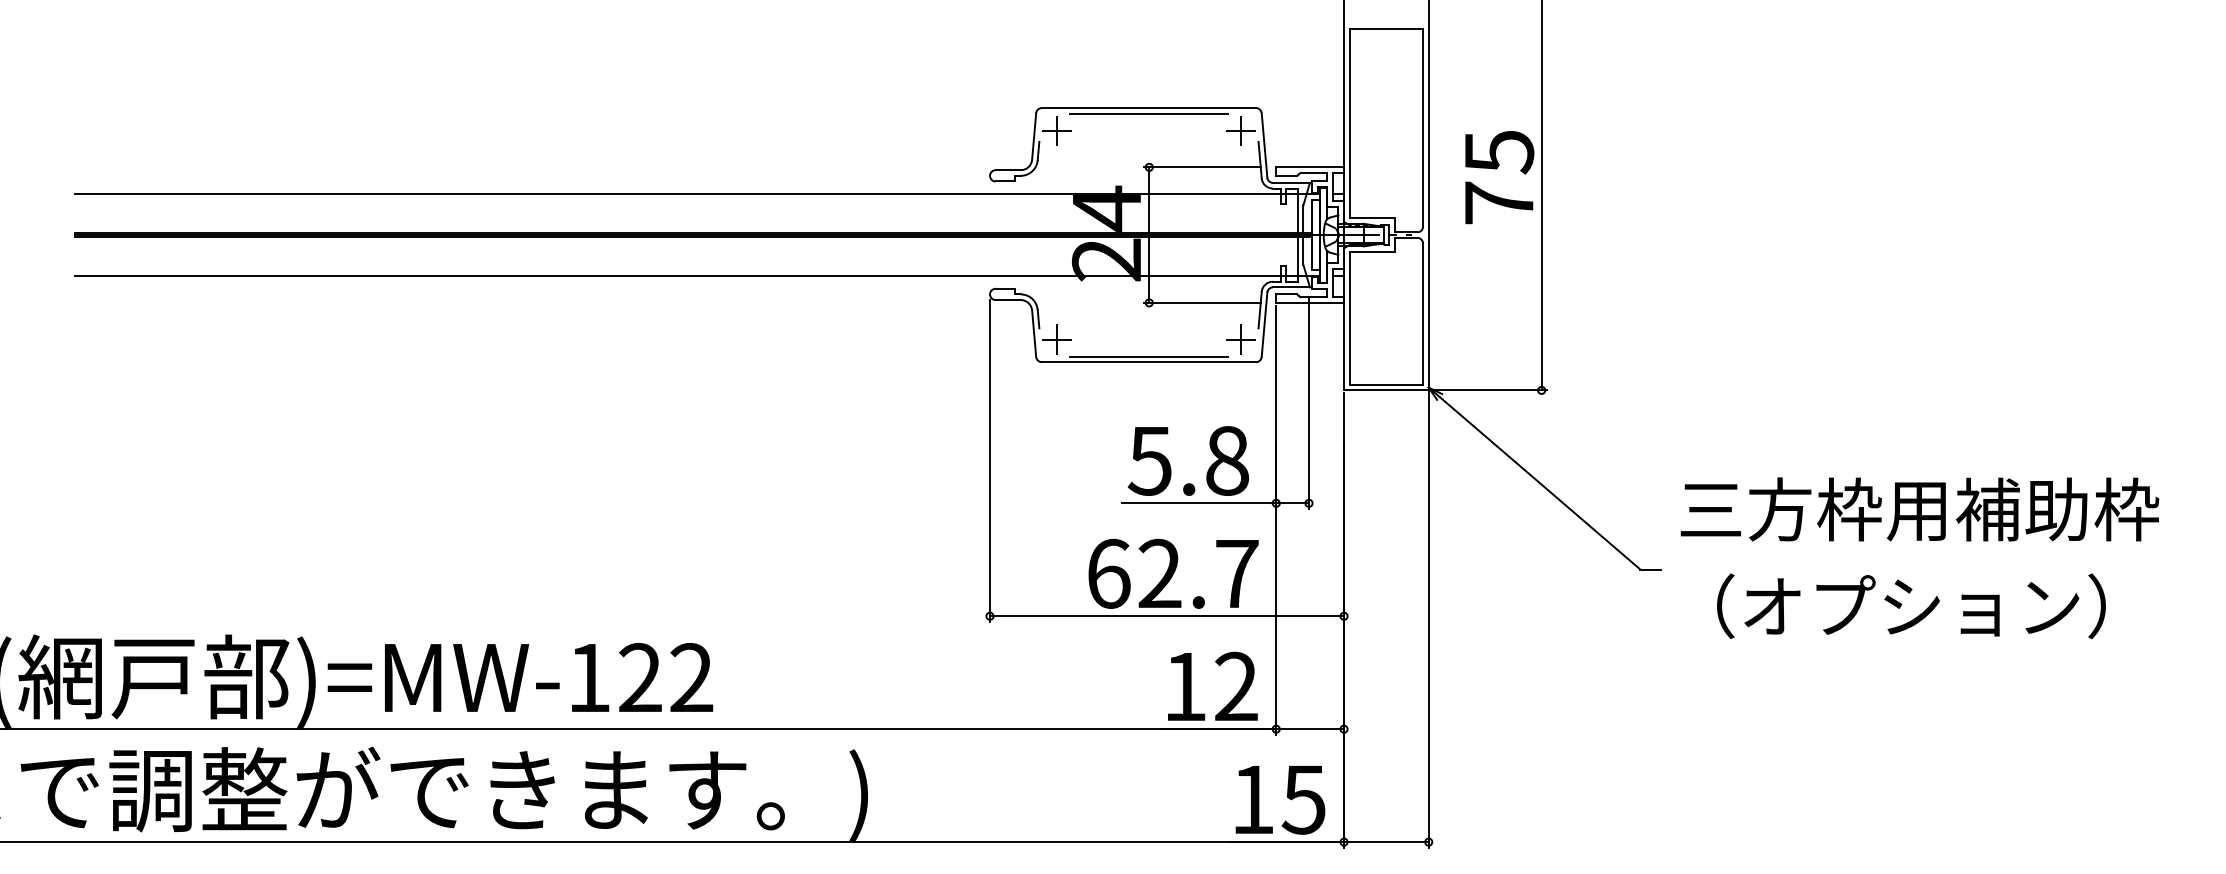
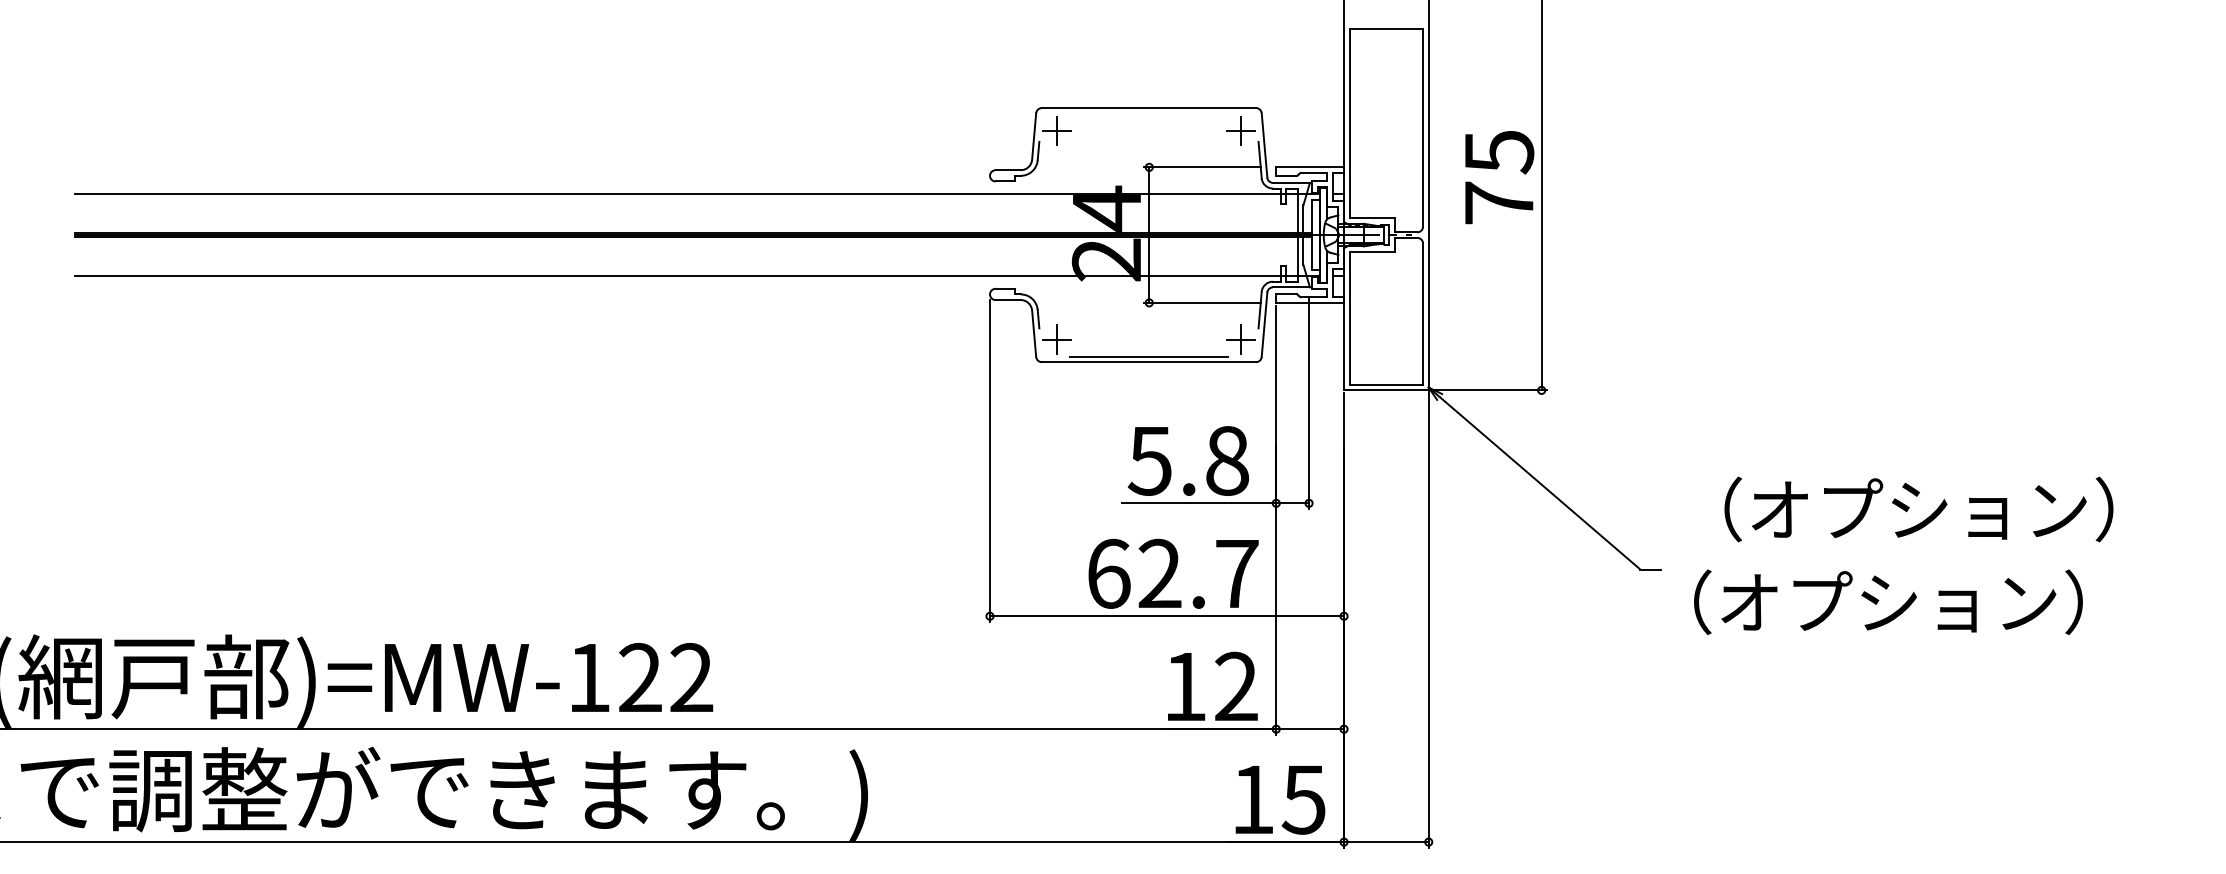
line at (1148, 113): present -> none
text at (1919, 509): 三方枠用補助枠 -> （オプション）
text at (1911, 605) position: (1911, 605) -> (1888, 601)
